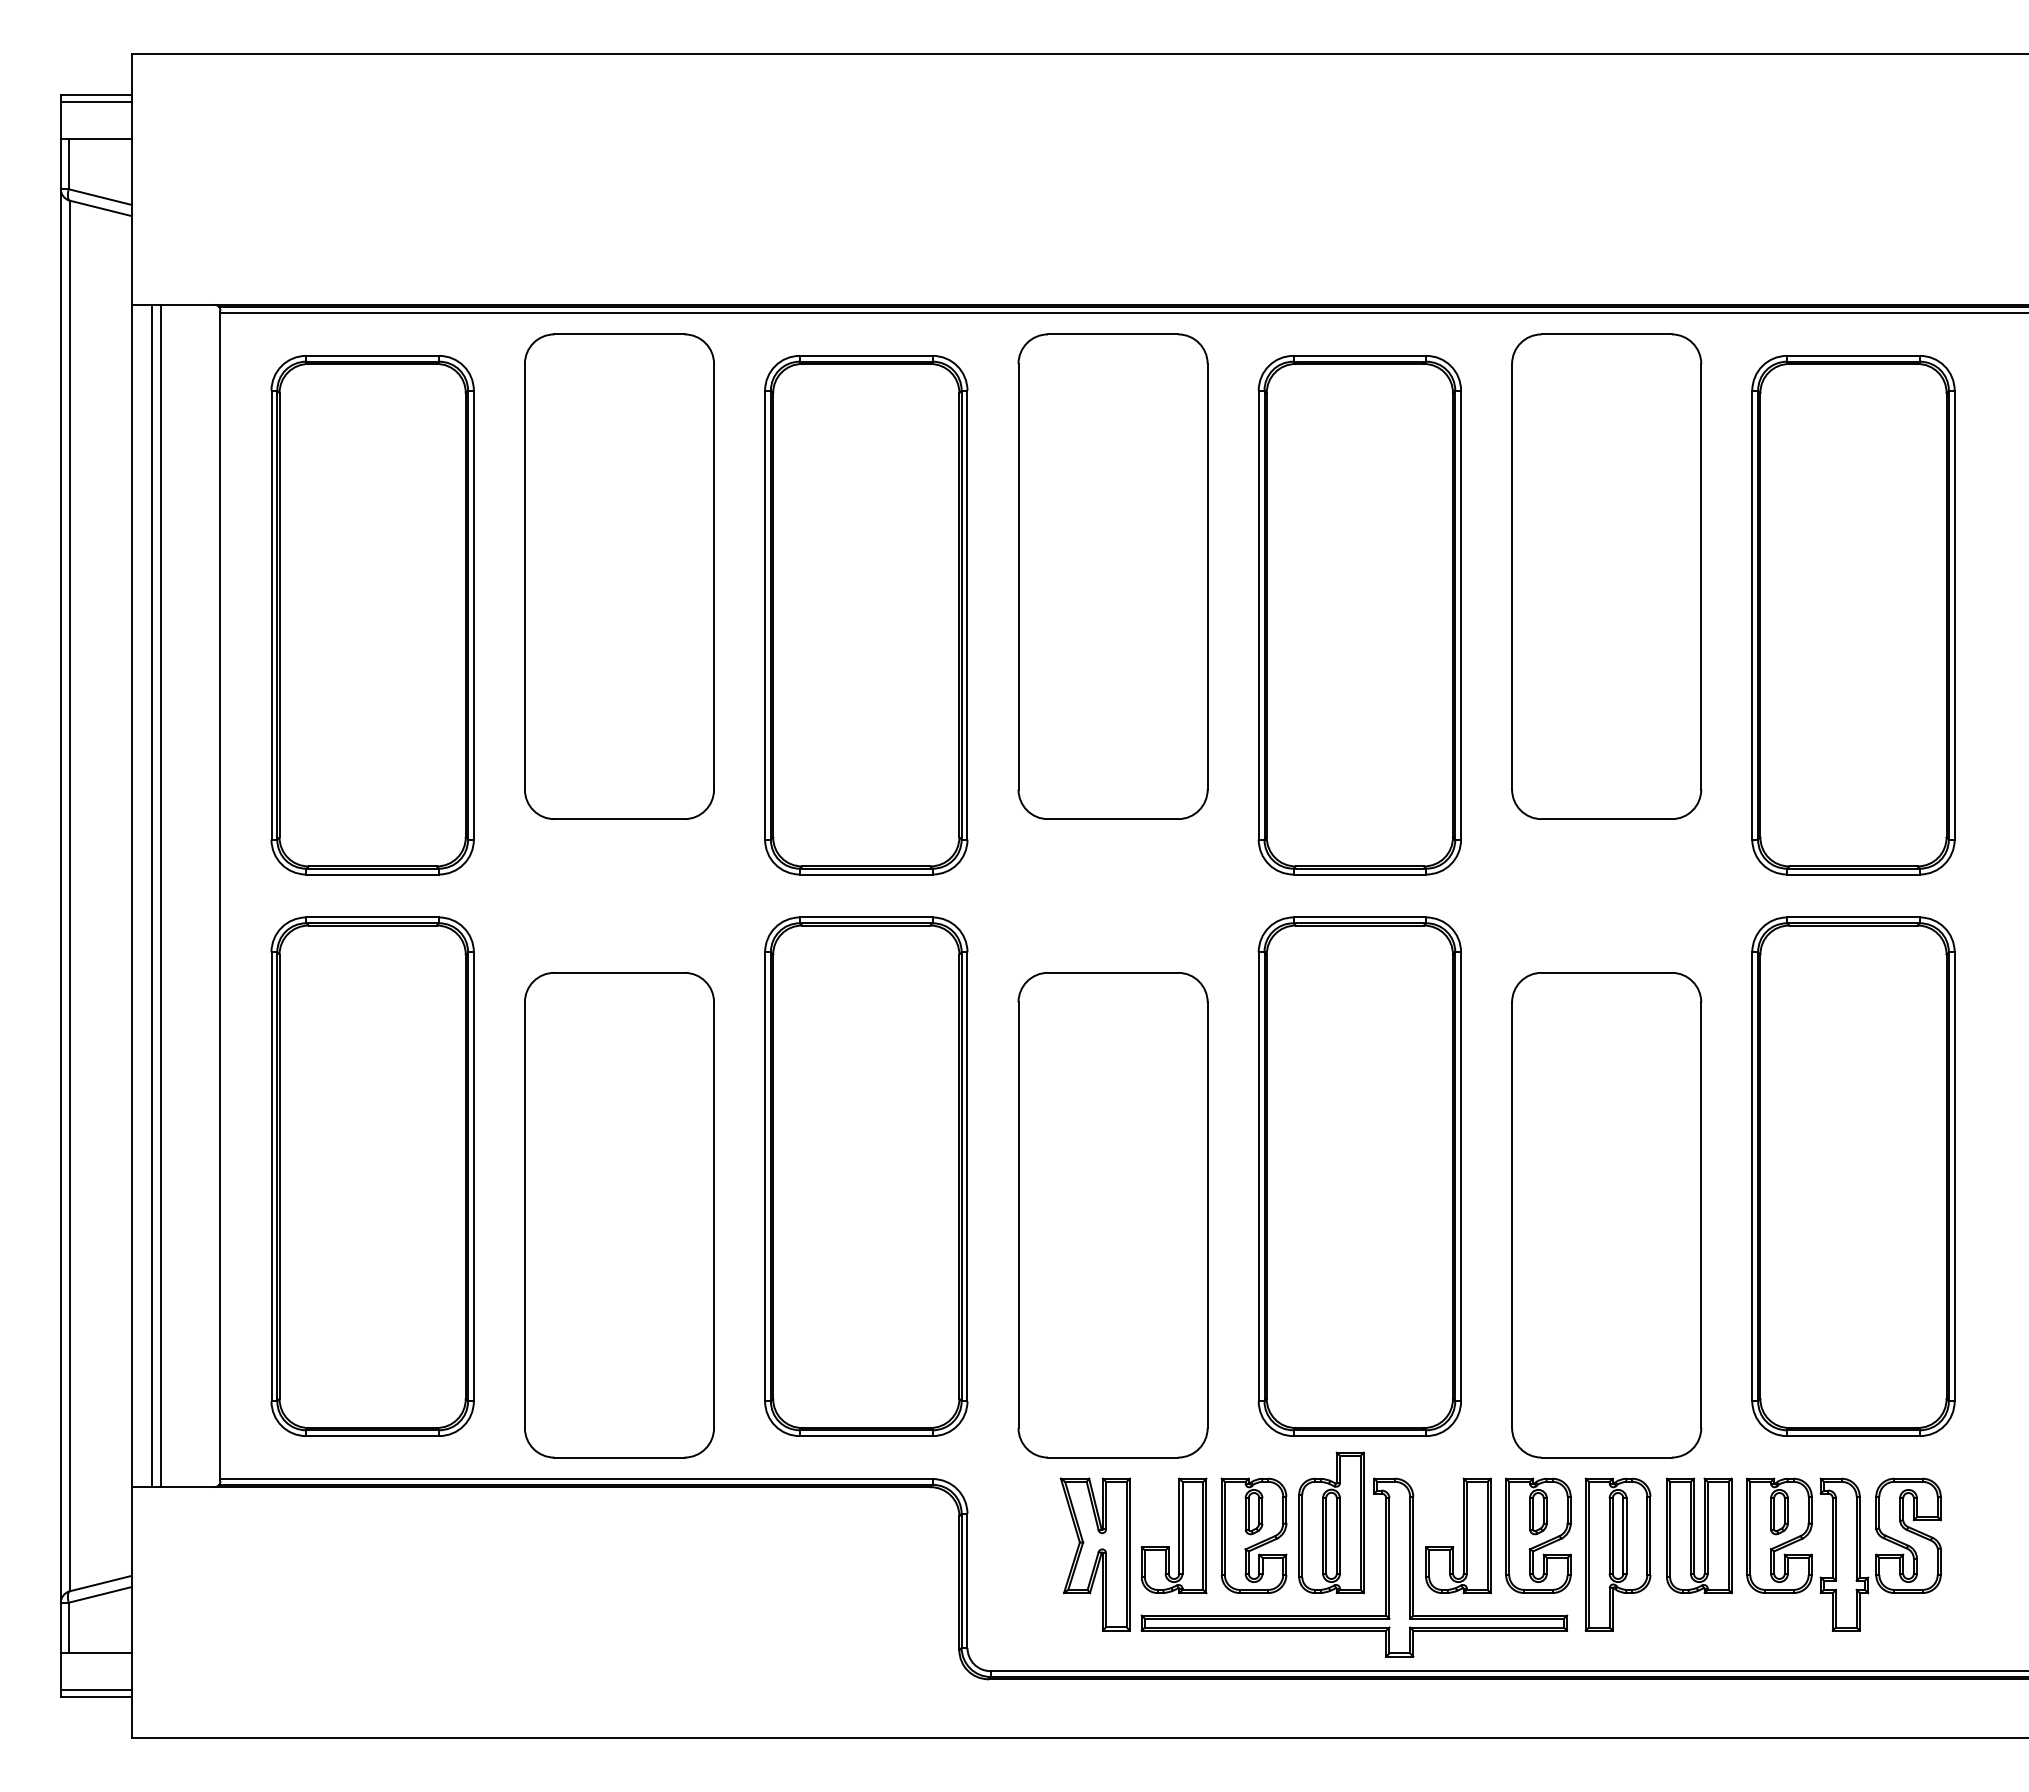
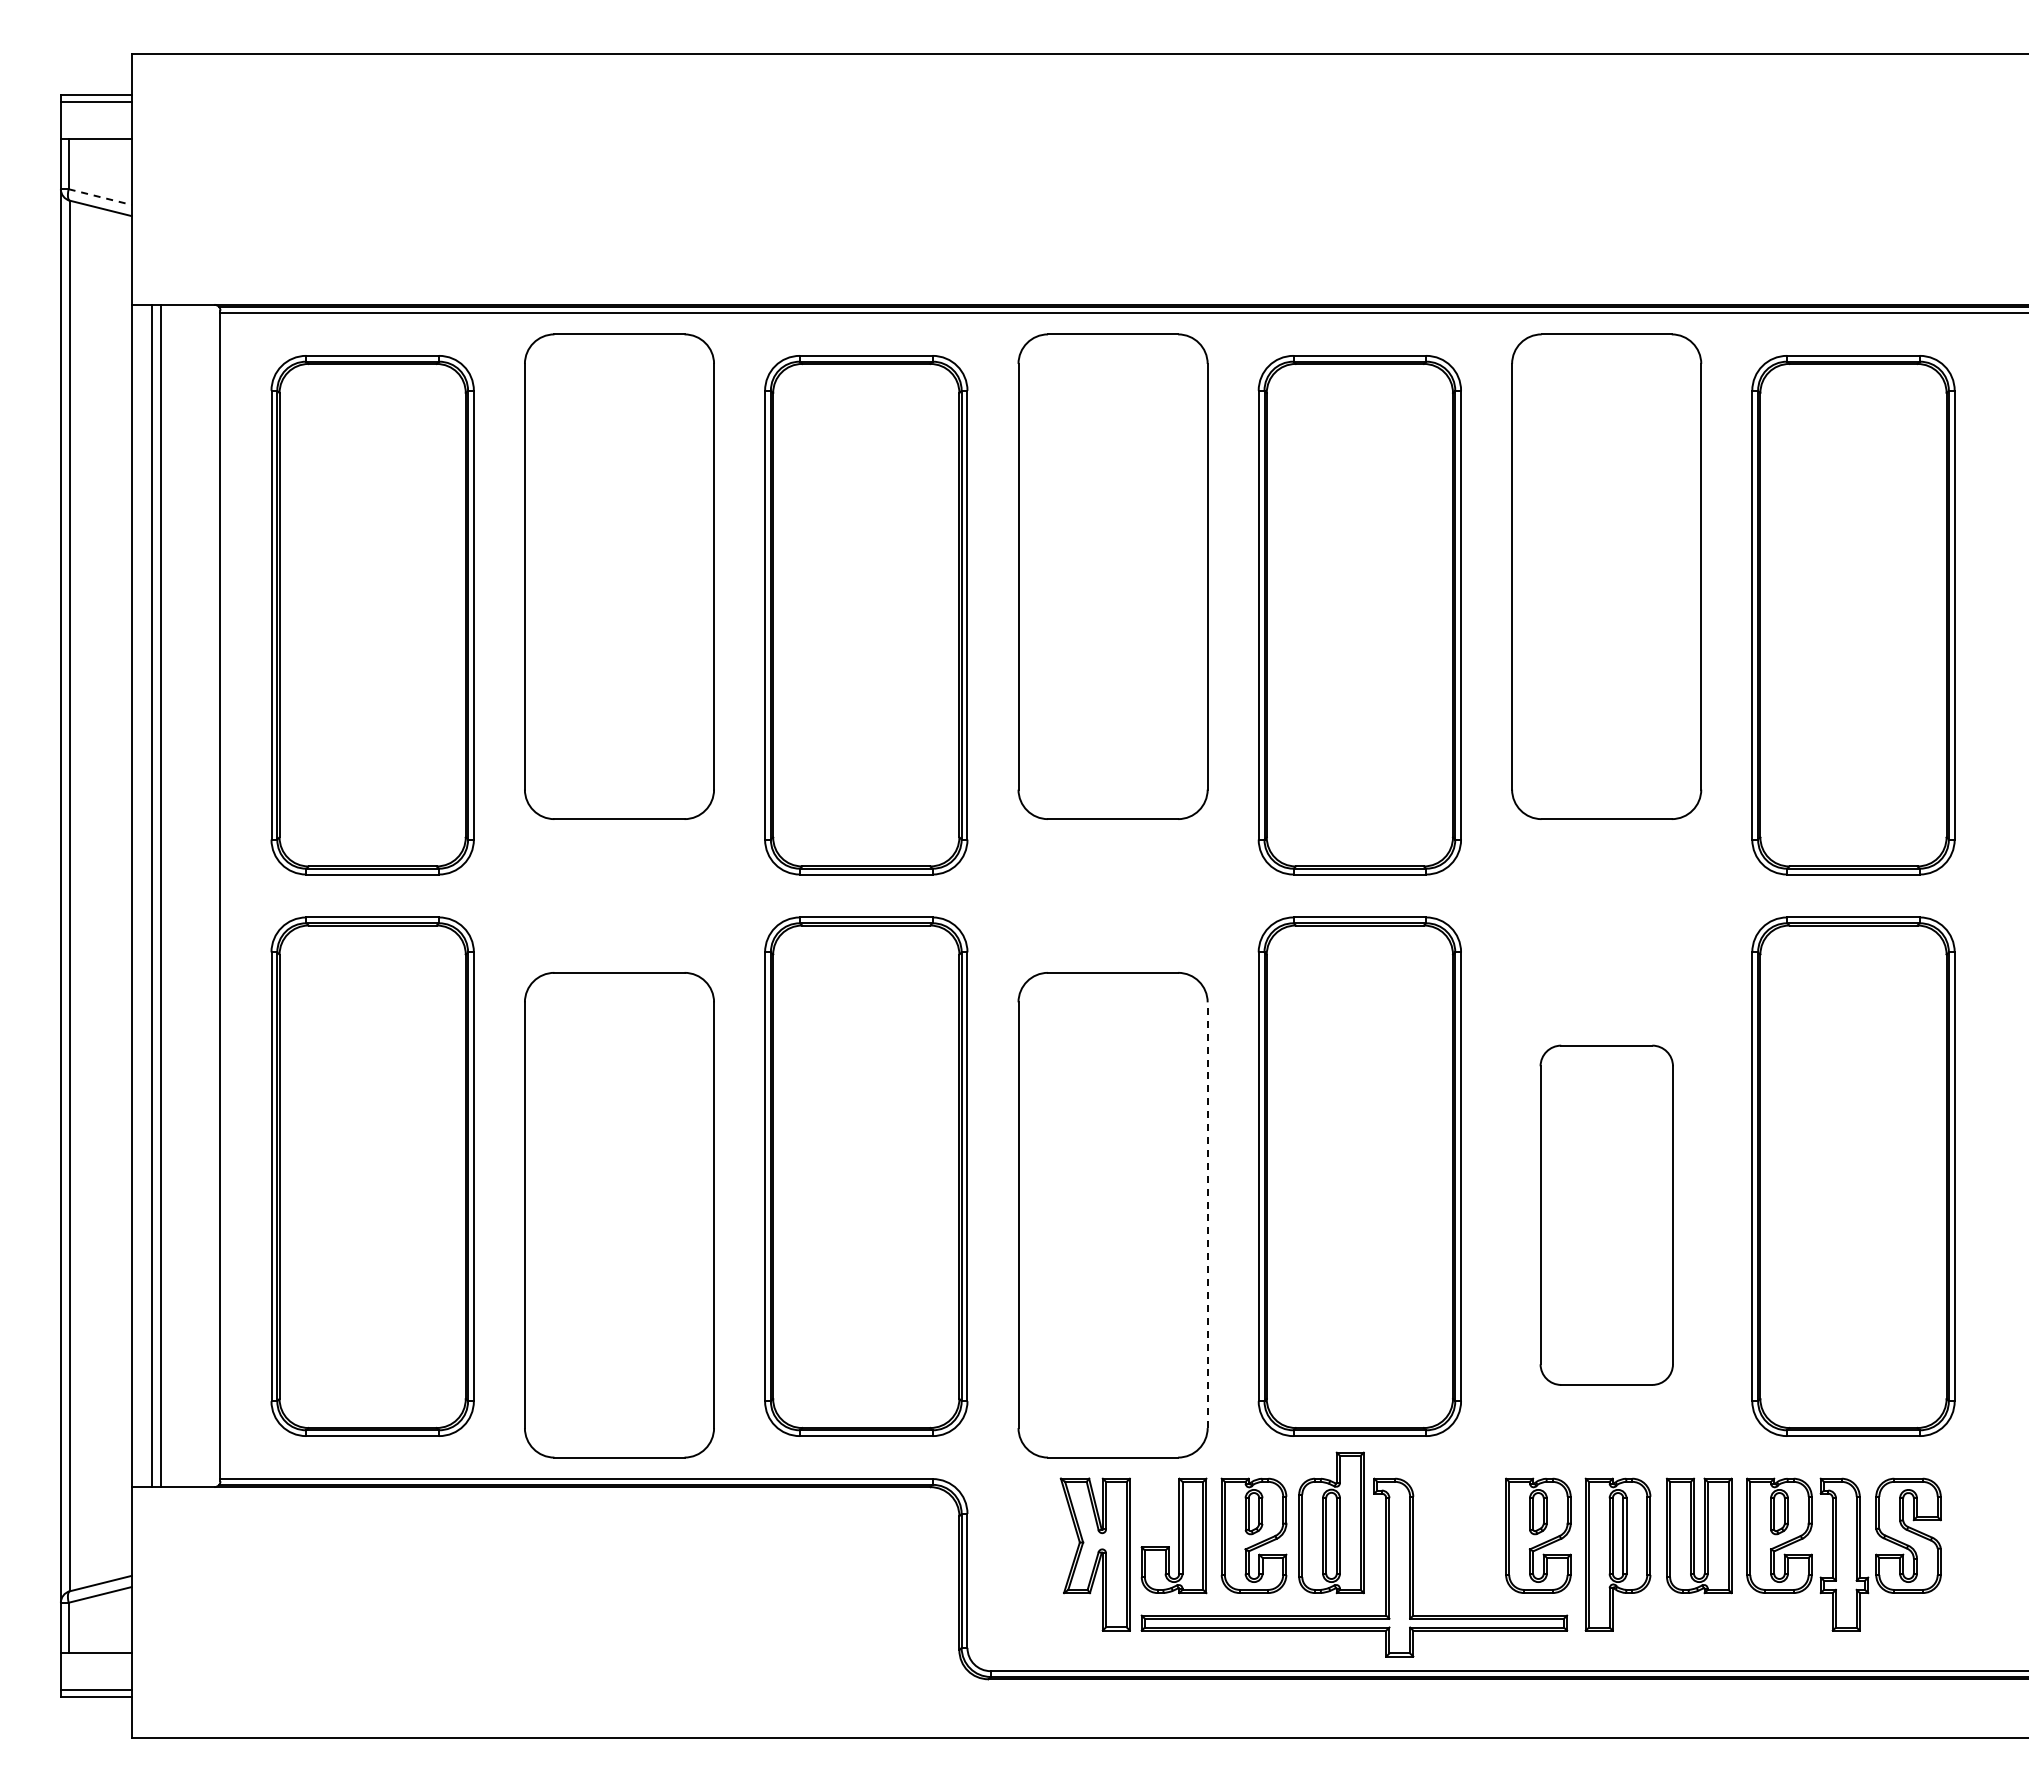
line at (100, 197): solid -> dashed
line at (1207, 1215): solid -> dashed
part at (1606, 1215) size: 192x487 px -> 135x342 px
part at (1458, 1535): present -> none
